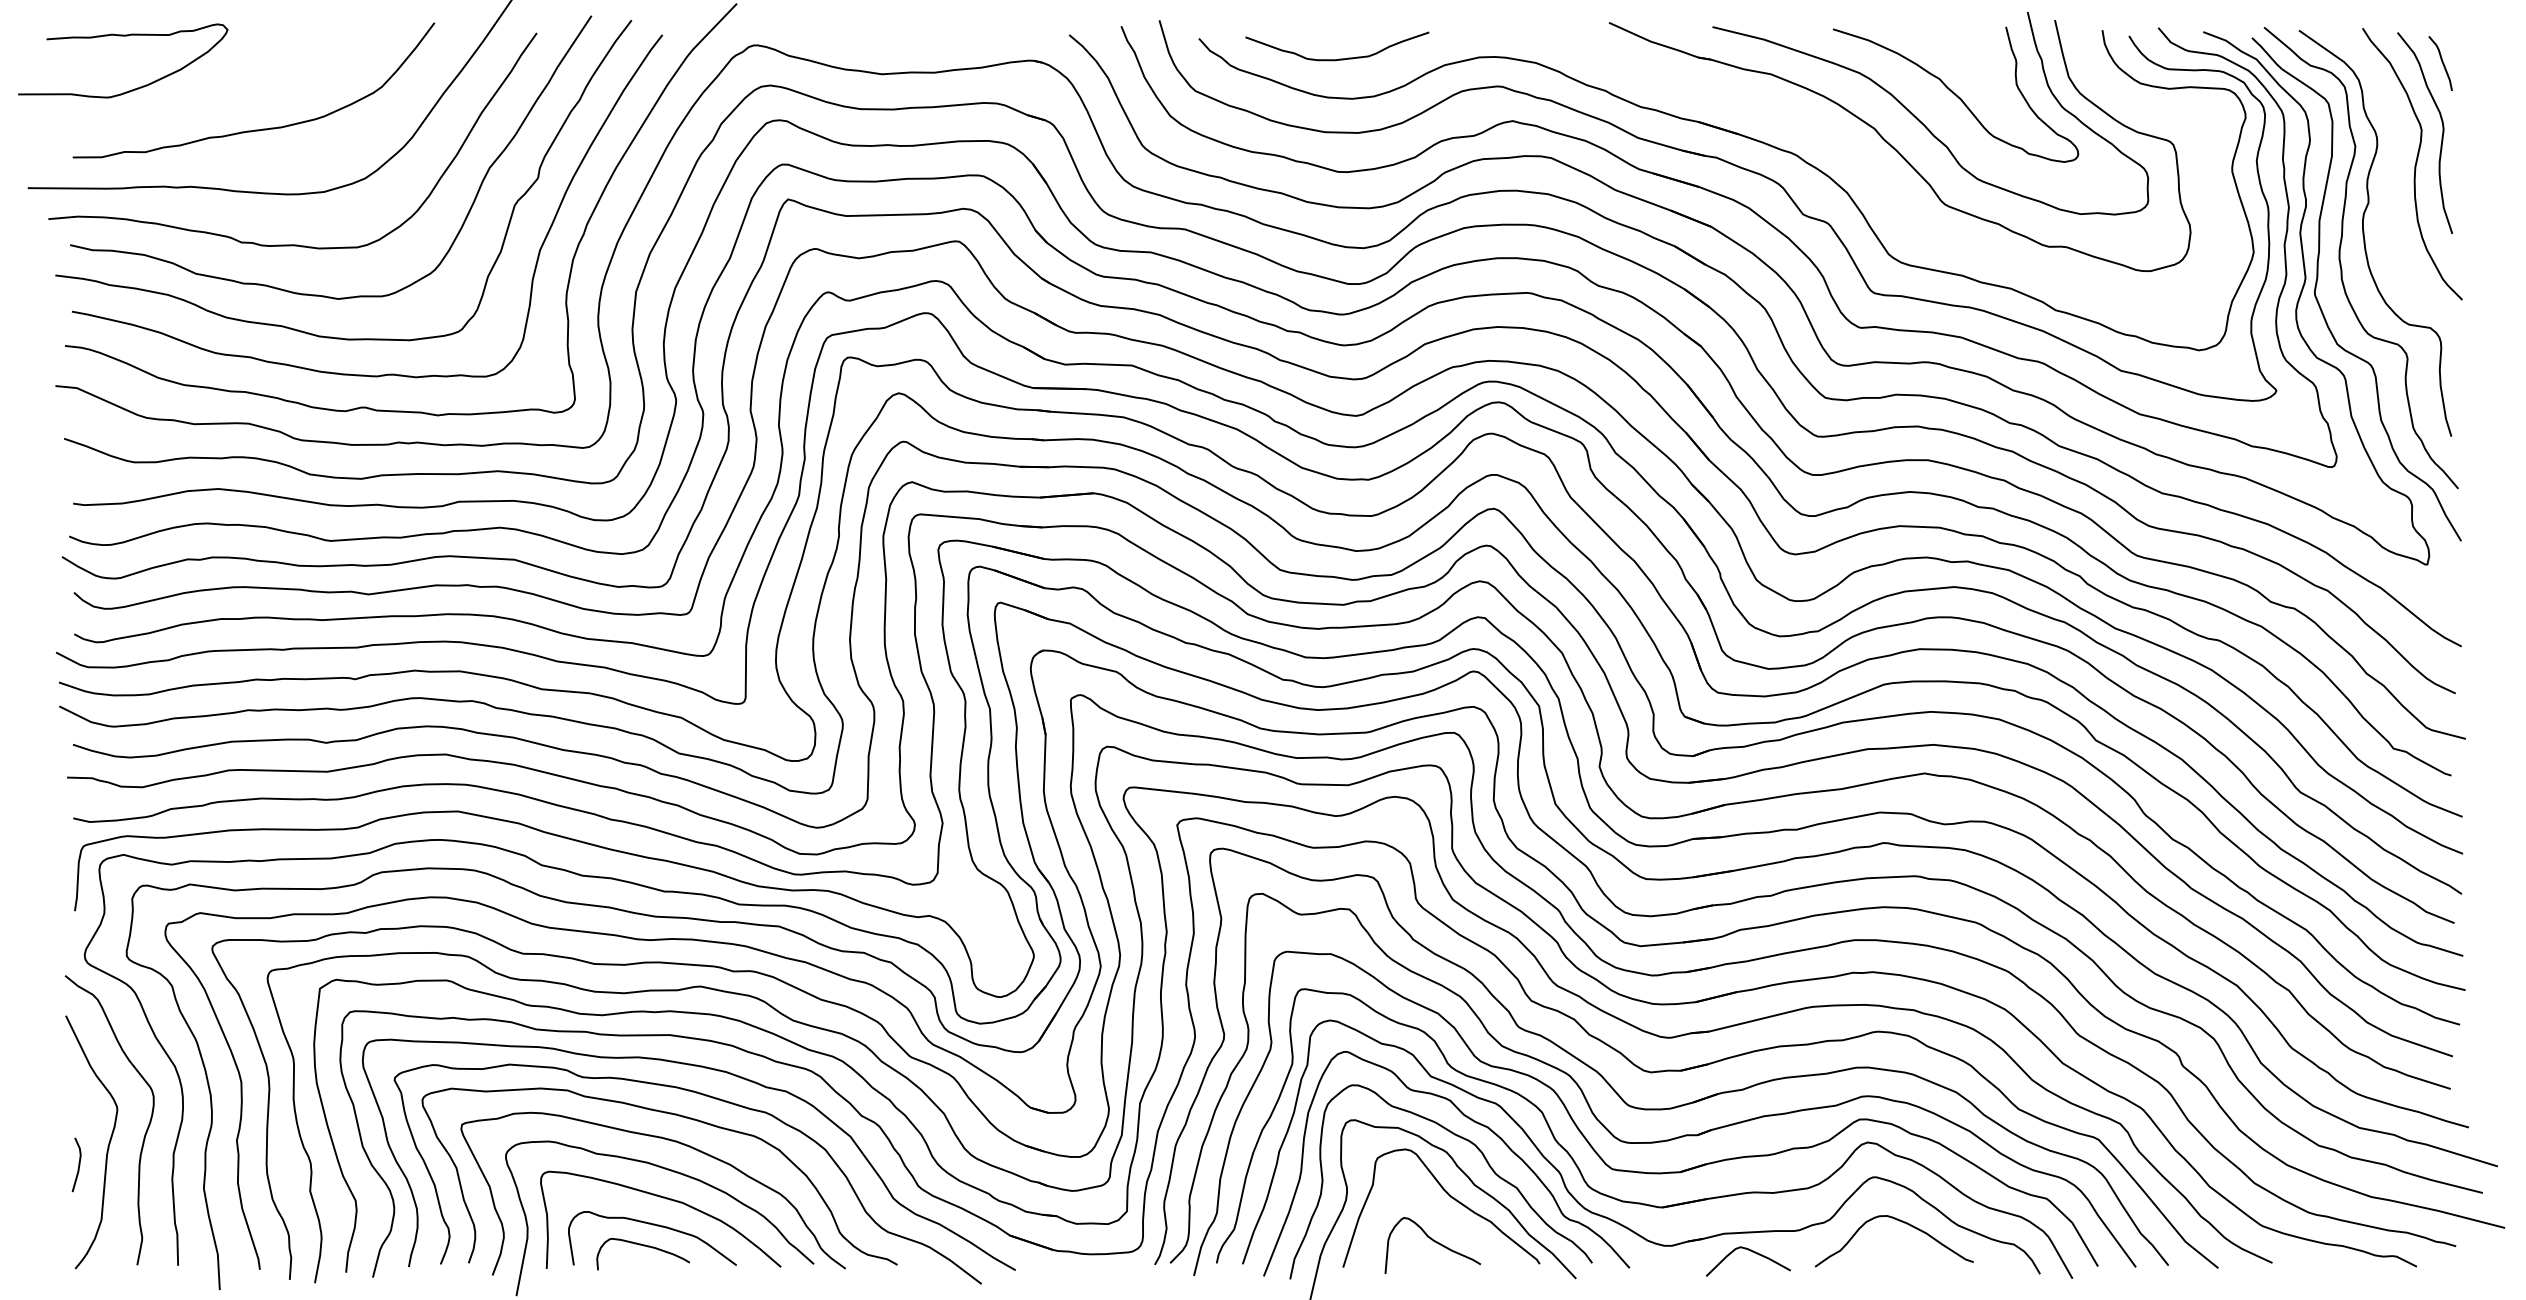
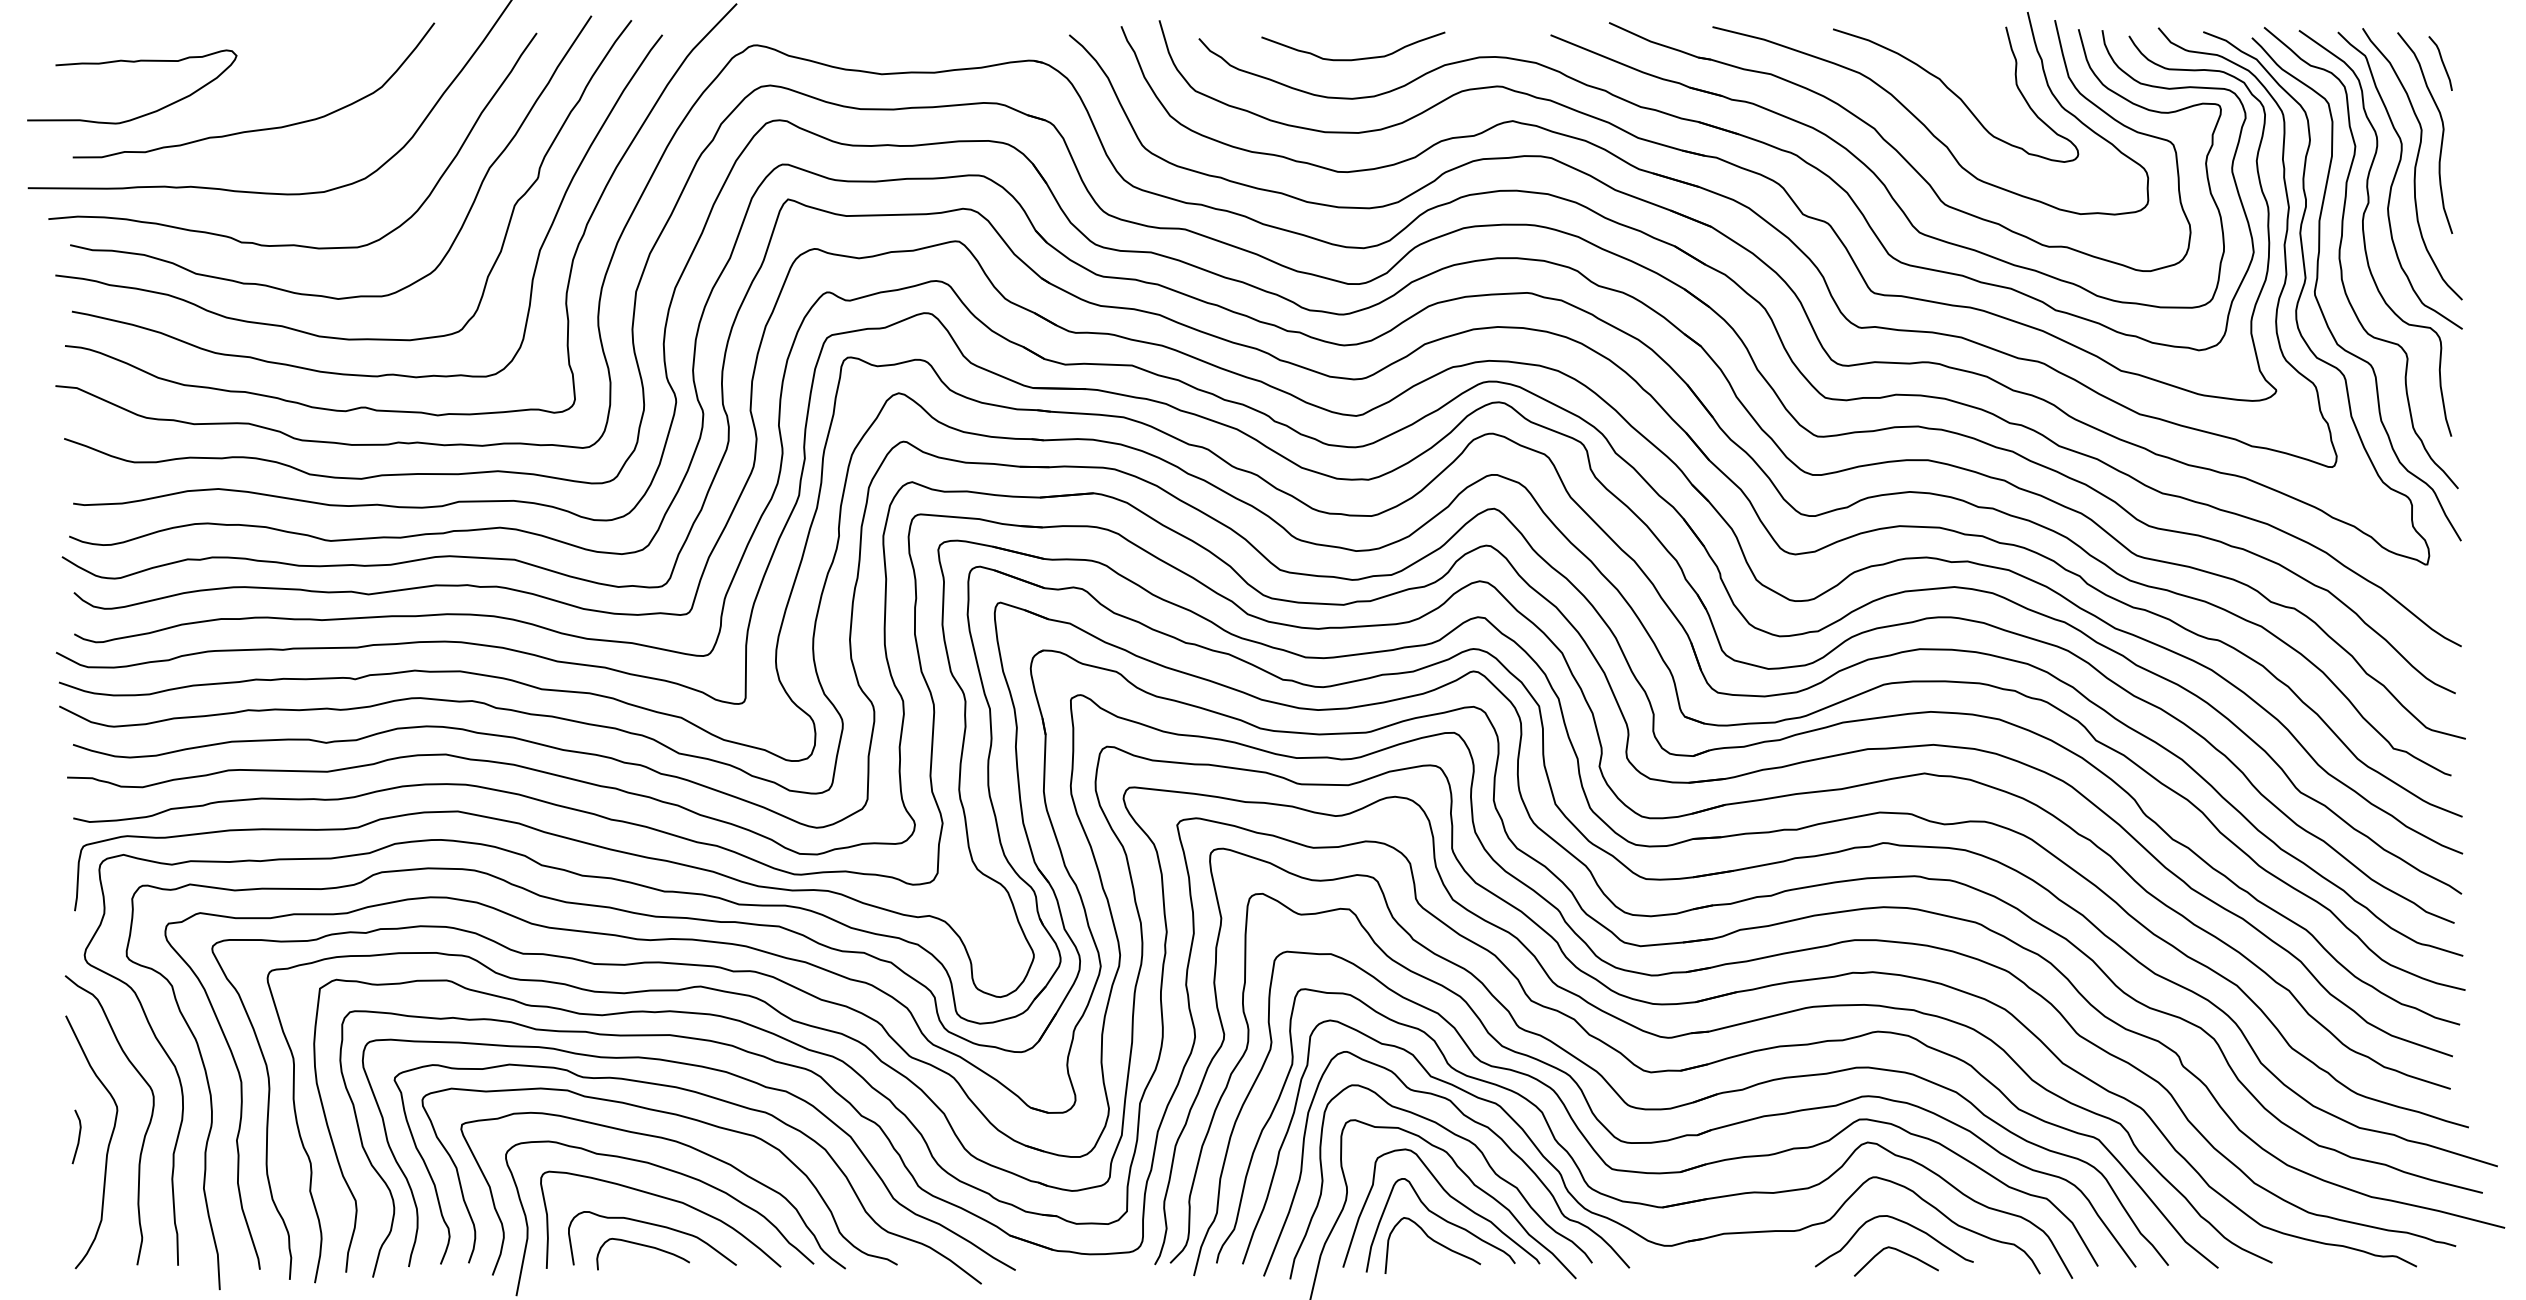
curve at (123, 36) position: (123, 36) -> (132, 62)
curve at (1339, 58) position: (1339, 58) -> (1355, 58)
part at (1877, 175): none -> present
curve at (2395, 178): none -> present
line at (78, 1164) position: (78, 1164) -> (78, 1136)
curve at (1443, 1220): none -> present
curve at (1752, 1252) position: (1752, 1252) -> (1900, 1252)
